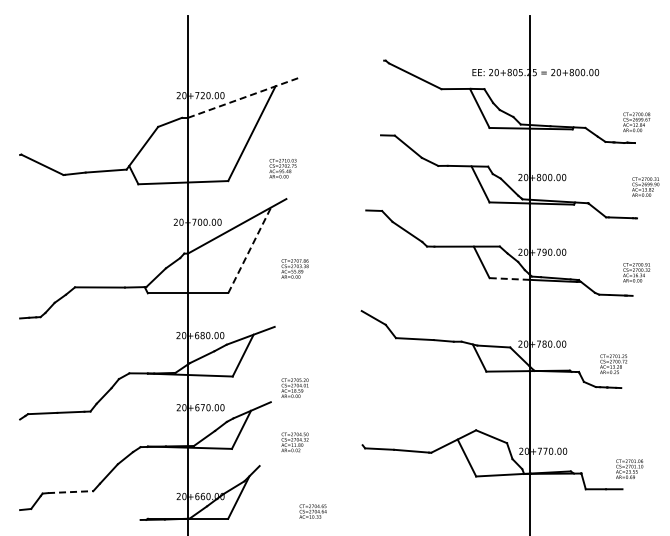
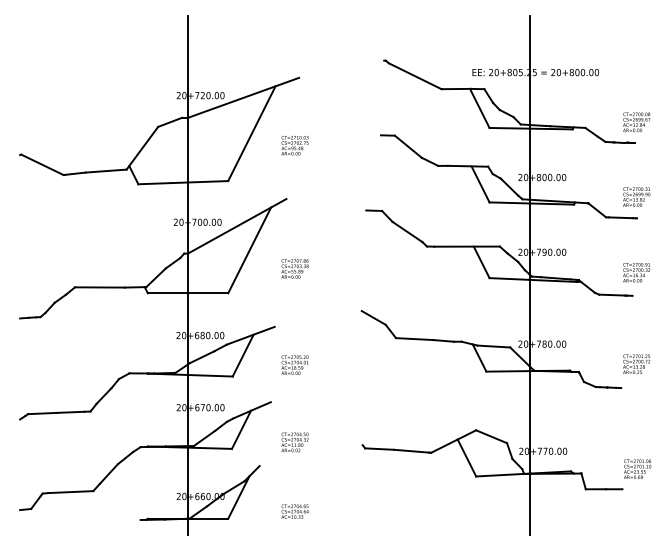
line at (244, 97): dashed -> solid
text at (282, 168) position: (282, 168) -> (294, 145)
text at (645, 186) position: (645, 186) -> (636, 196)
line at (249, 250): dashed -> solid
line at (509, 278): dashed -> solid
text at (613, 363) position: (613, 363) -> (636, 363)
text at (294, 387) position: (294, 387) -> (294, 364)
text at (629, 468) position: (629, 468) -> (637, 468)
line at (70, 492): dashed -> solid
text at (312, 511) position: (312, 511) -> (294, 511)
